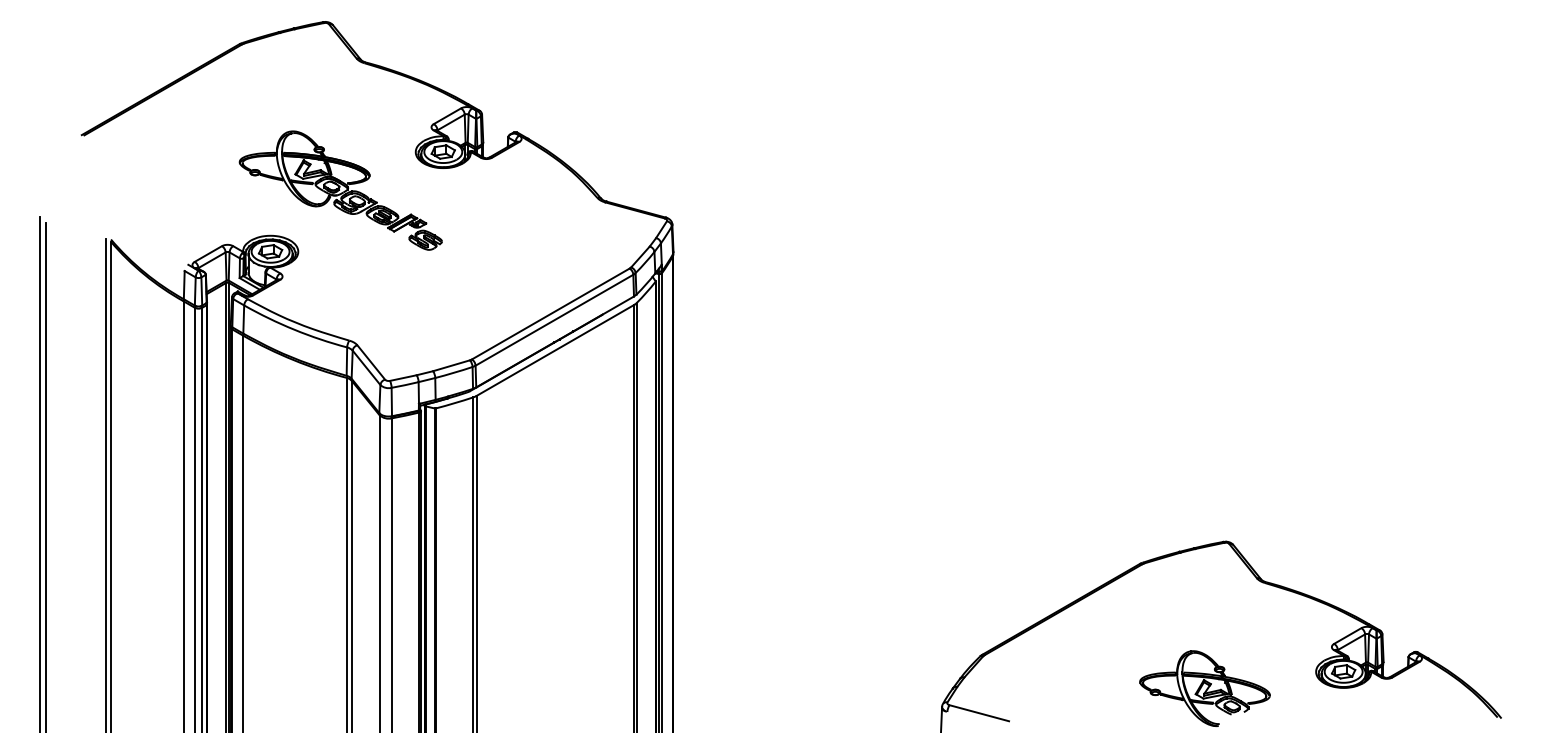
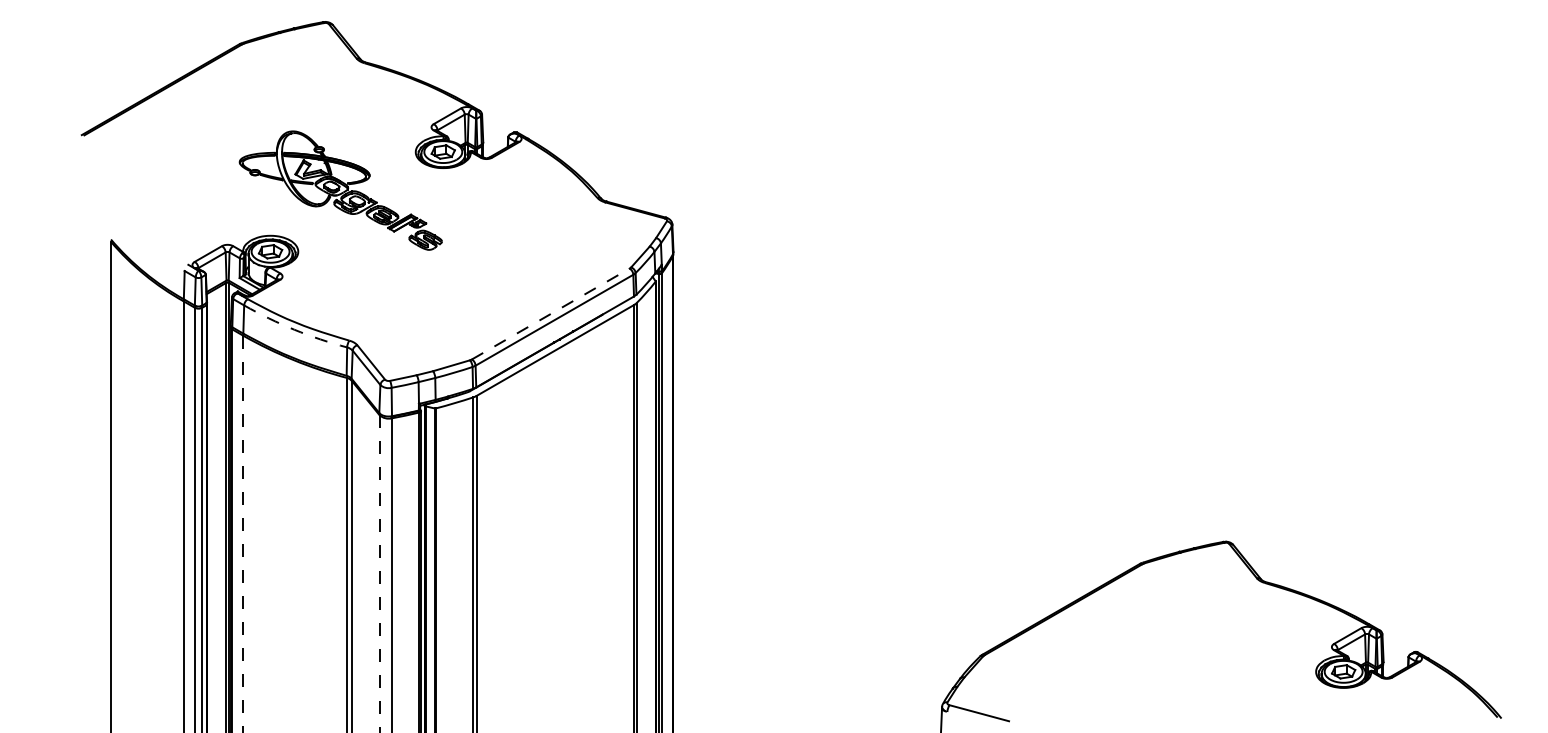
line at (551, 313): solid -> dashed
arc at (294, 329): solid -> dashed
line at (40, 473): present -> none
line at (46, 475): present -> none
line at (105, 483): present -> none
line at (243, 534): solid -> dashed
line at (379, 574): solid -> dashed
part at (1204, 688): present -> none
